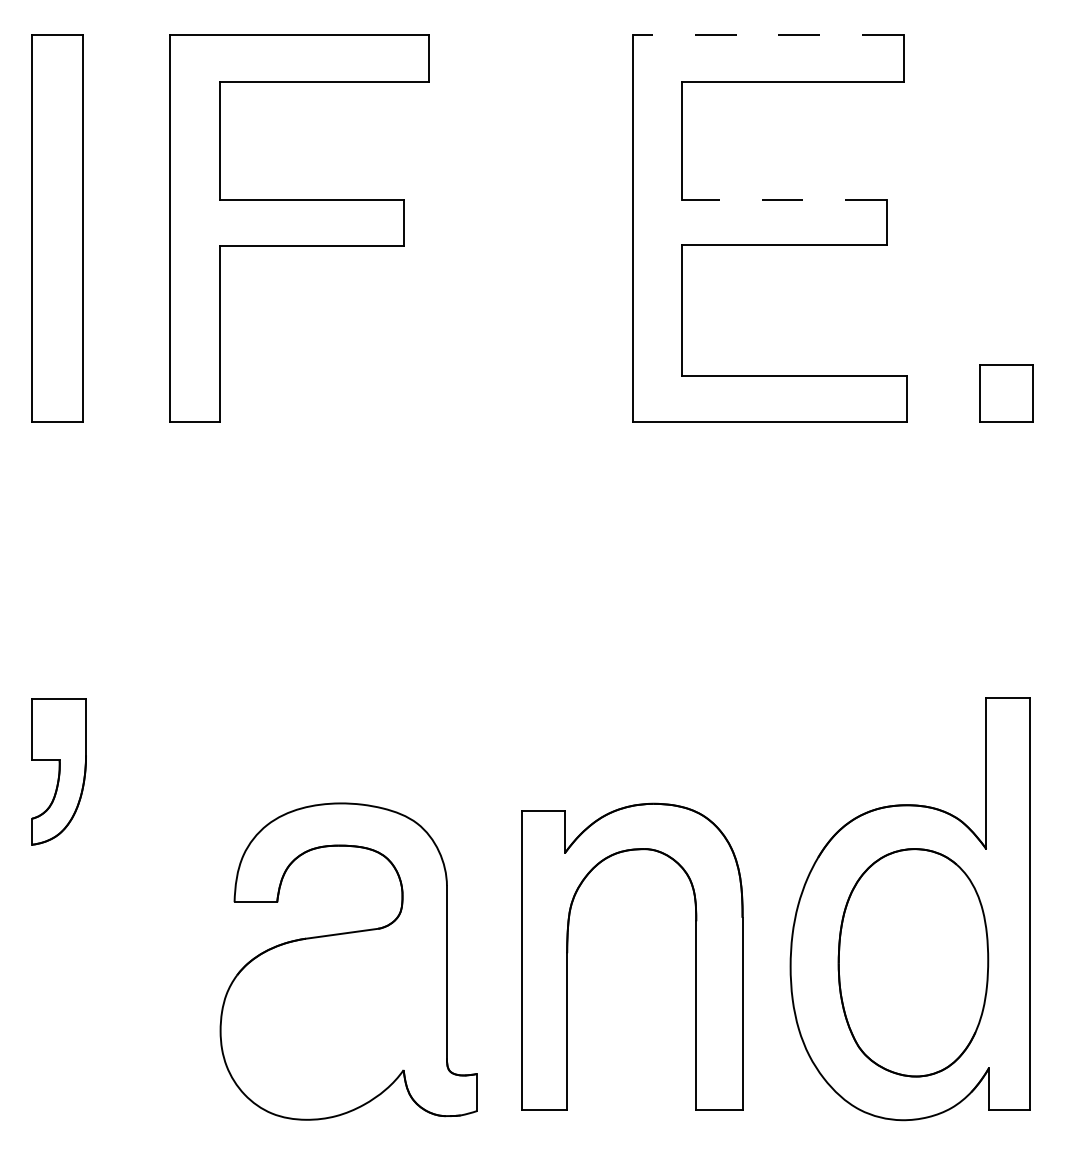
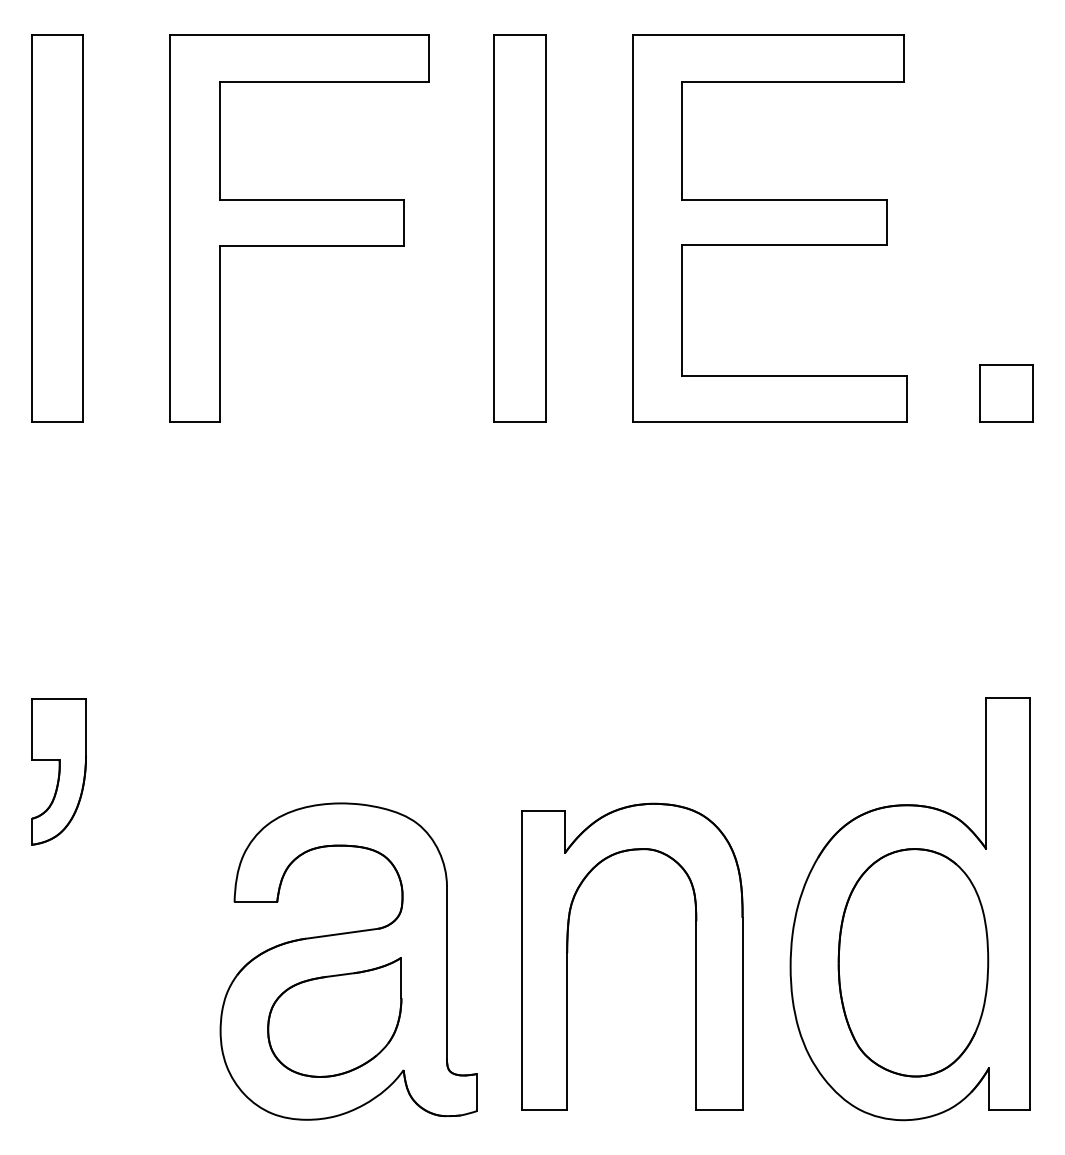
line at (767, 34): dashed -> solid
line at (783, 199): dashed -> solid
part at (519, 228): none -> present
part at (334, 1017): none -> present
